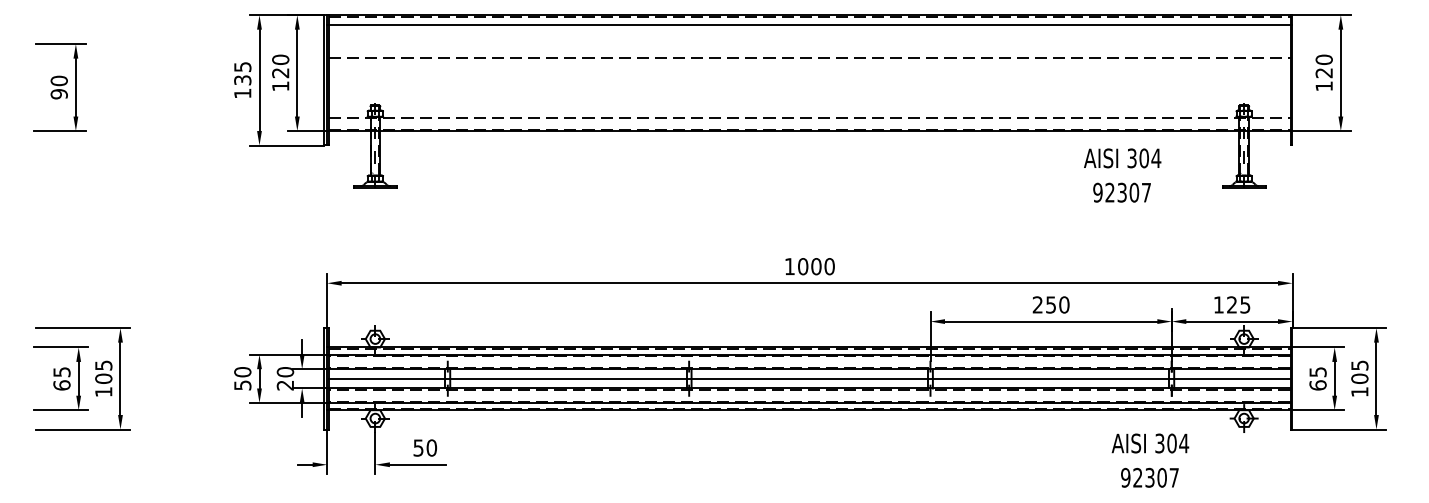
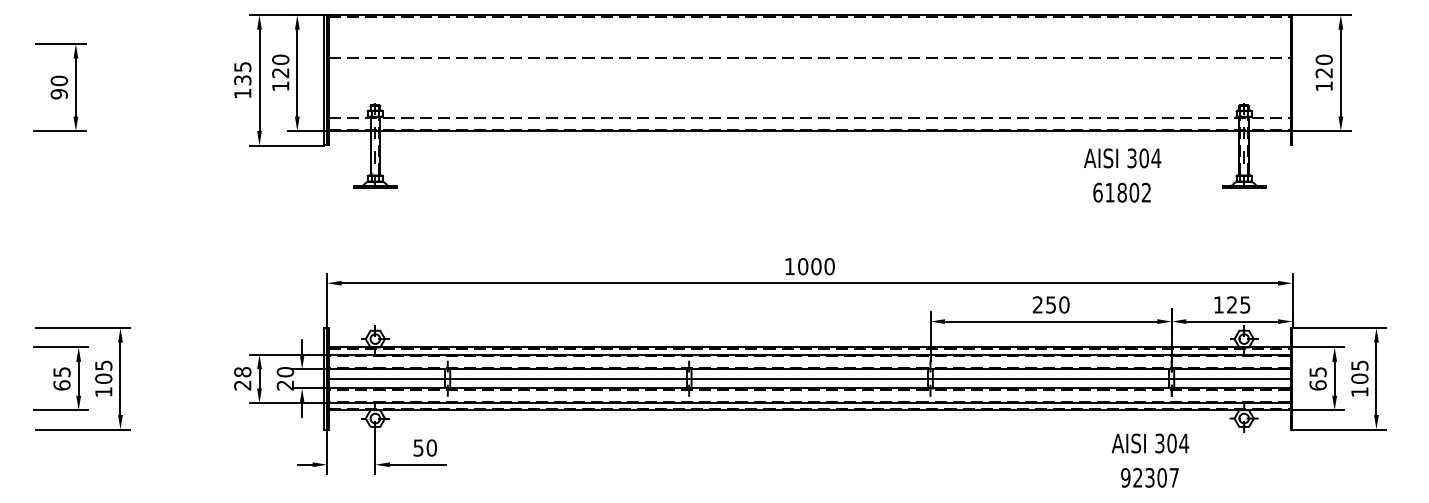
line at (809, 24): present -> none
text at (1121, 192): 92307 -> 61802
text at (242, 378): 50 -> 28
